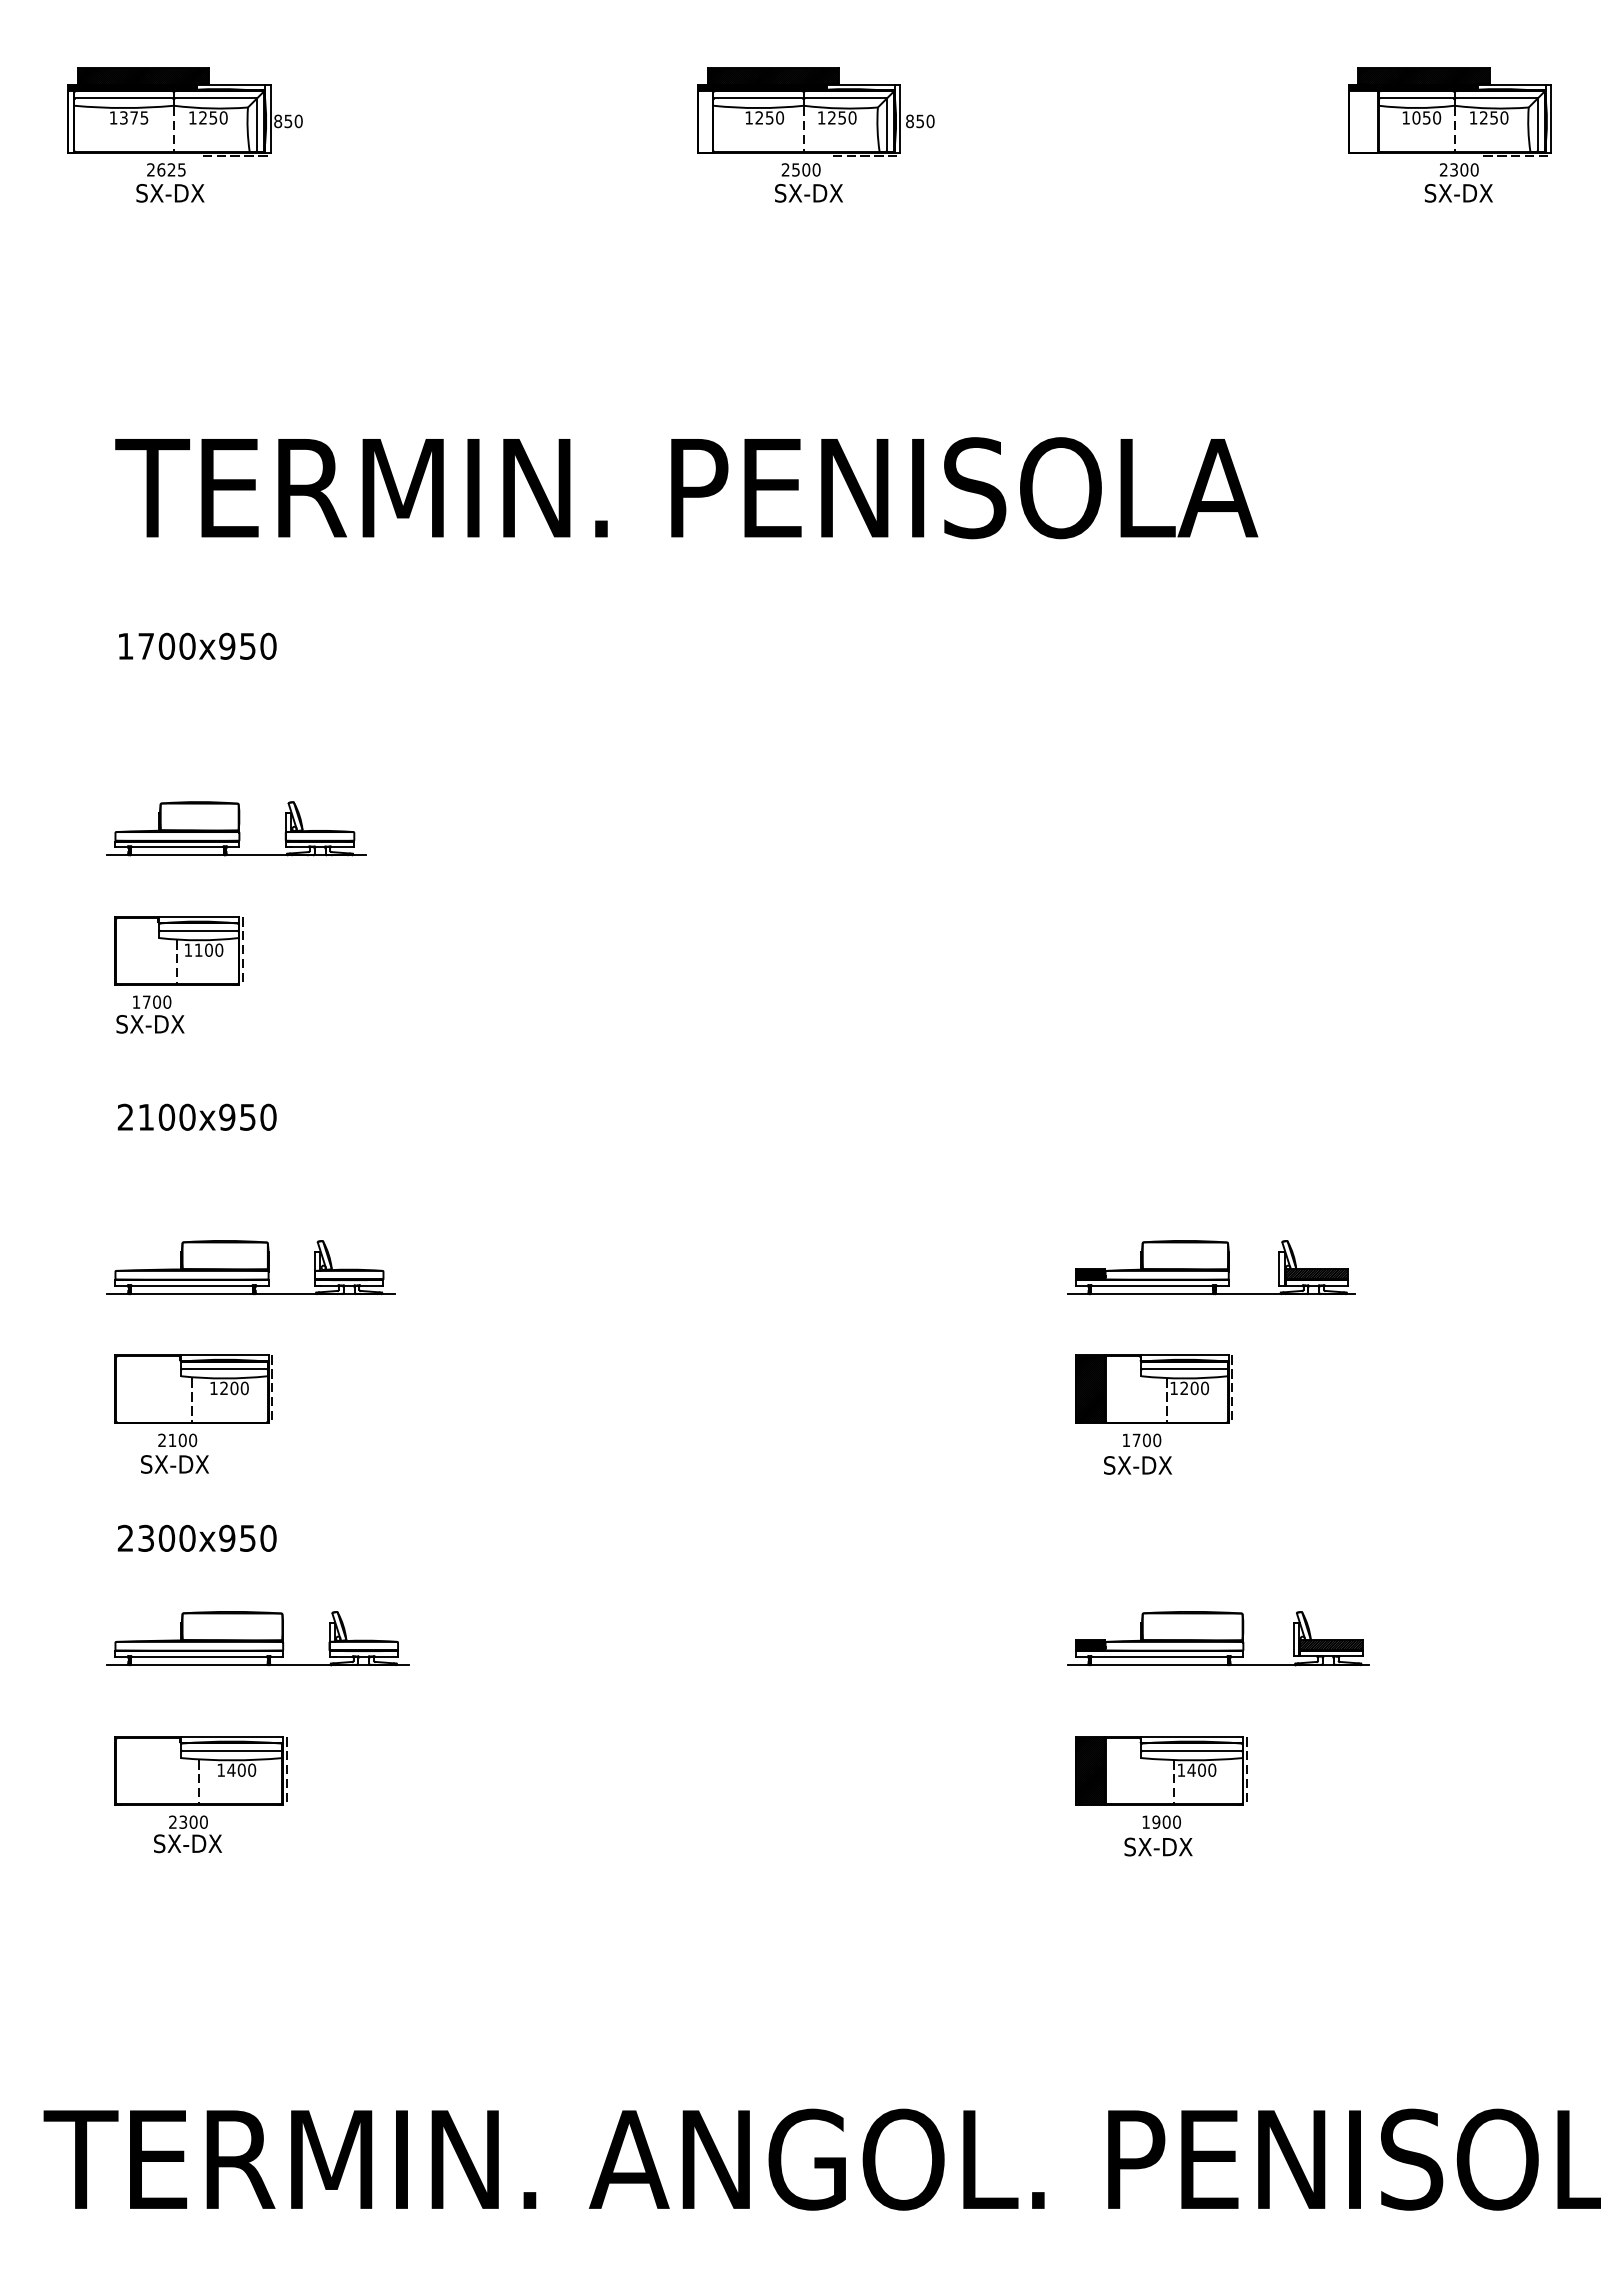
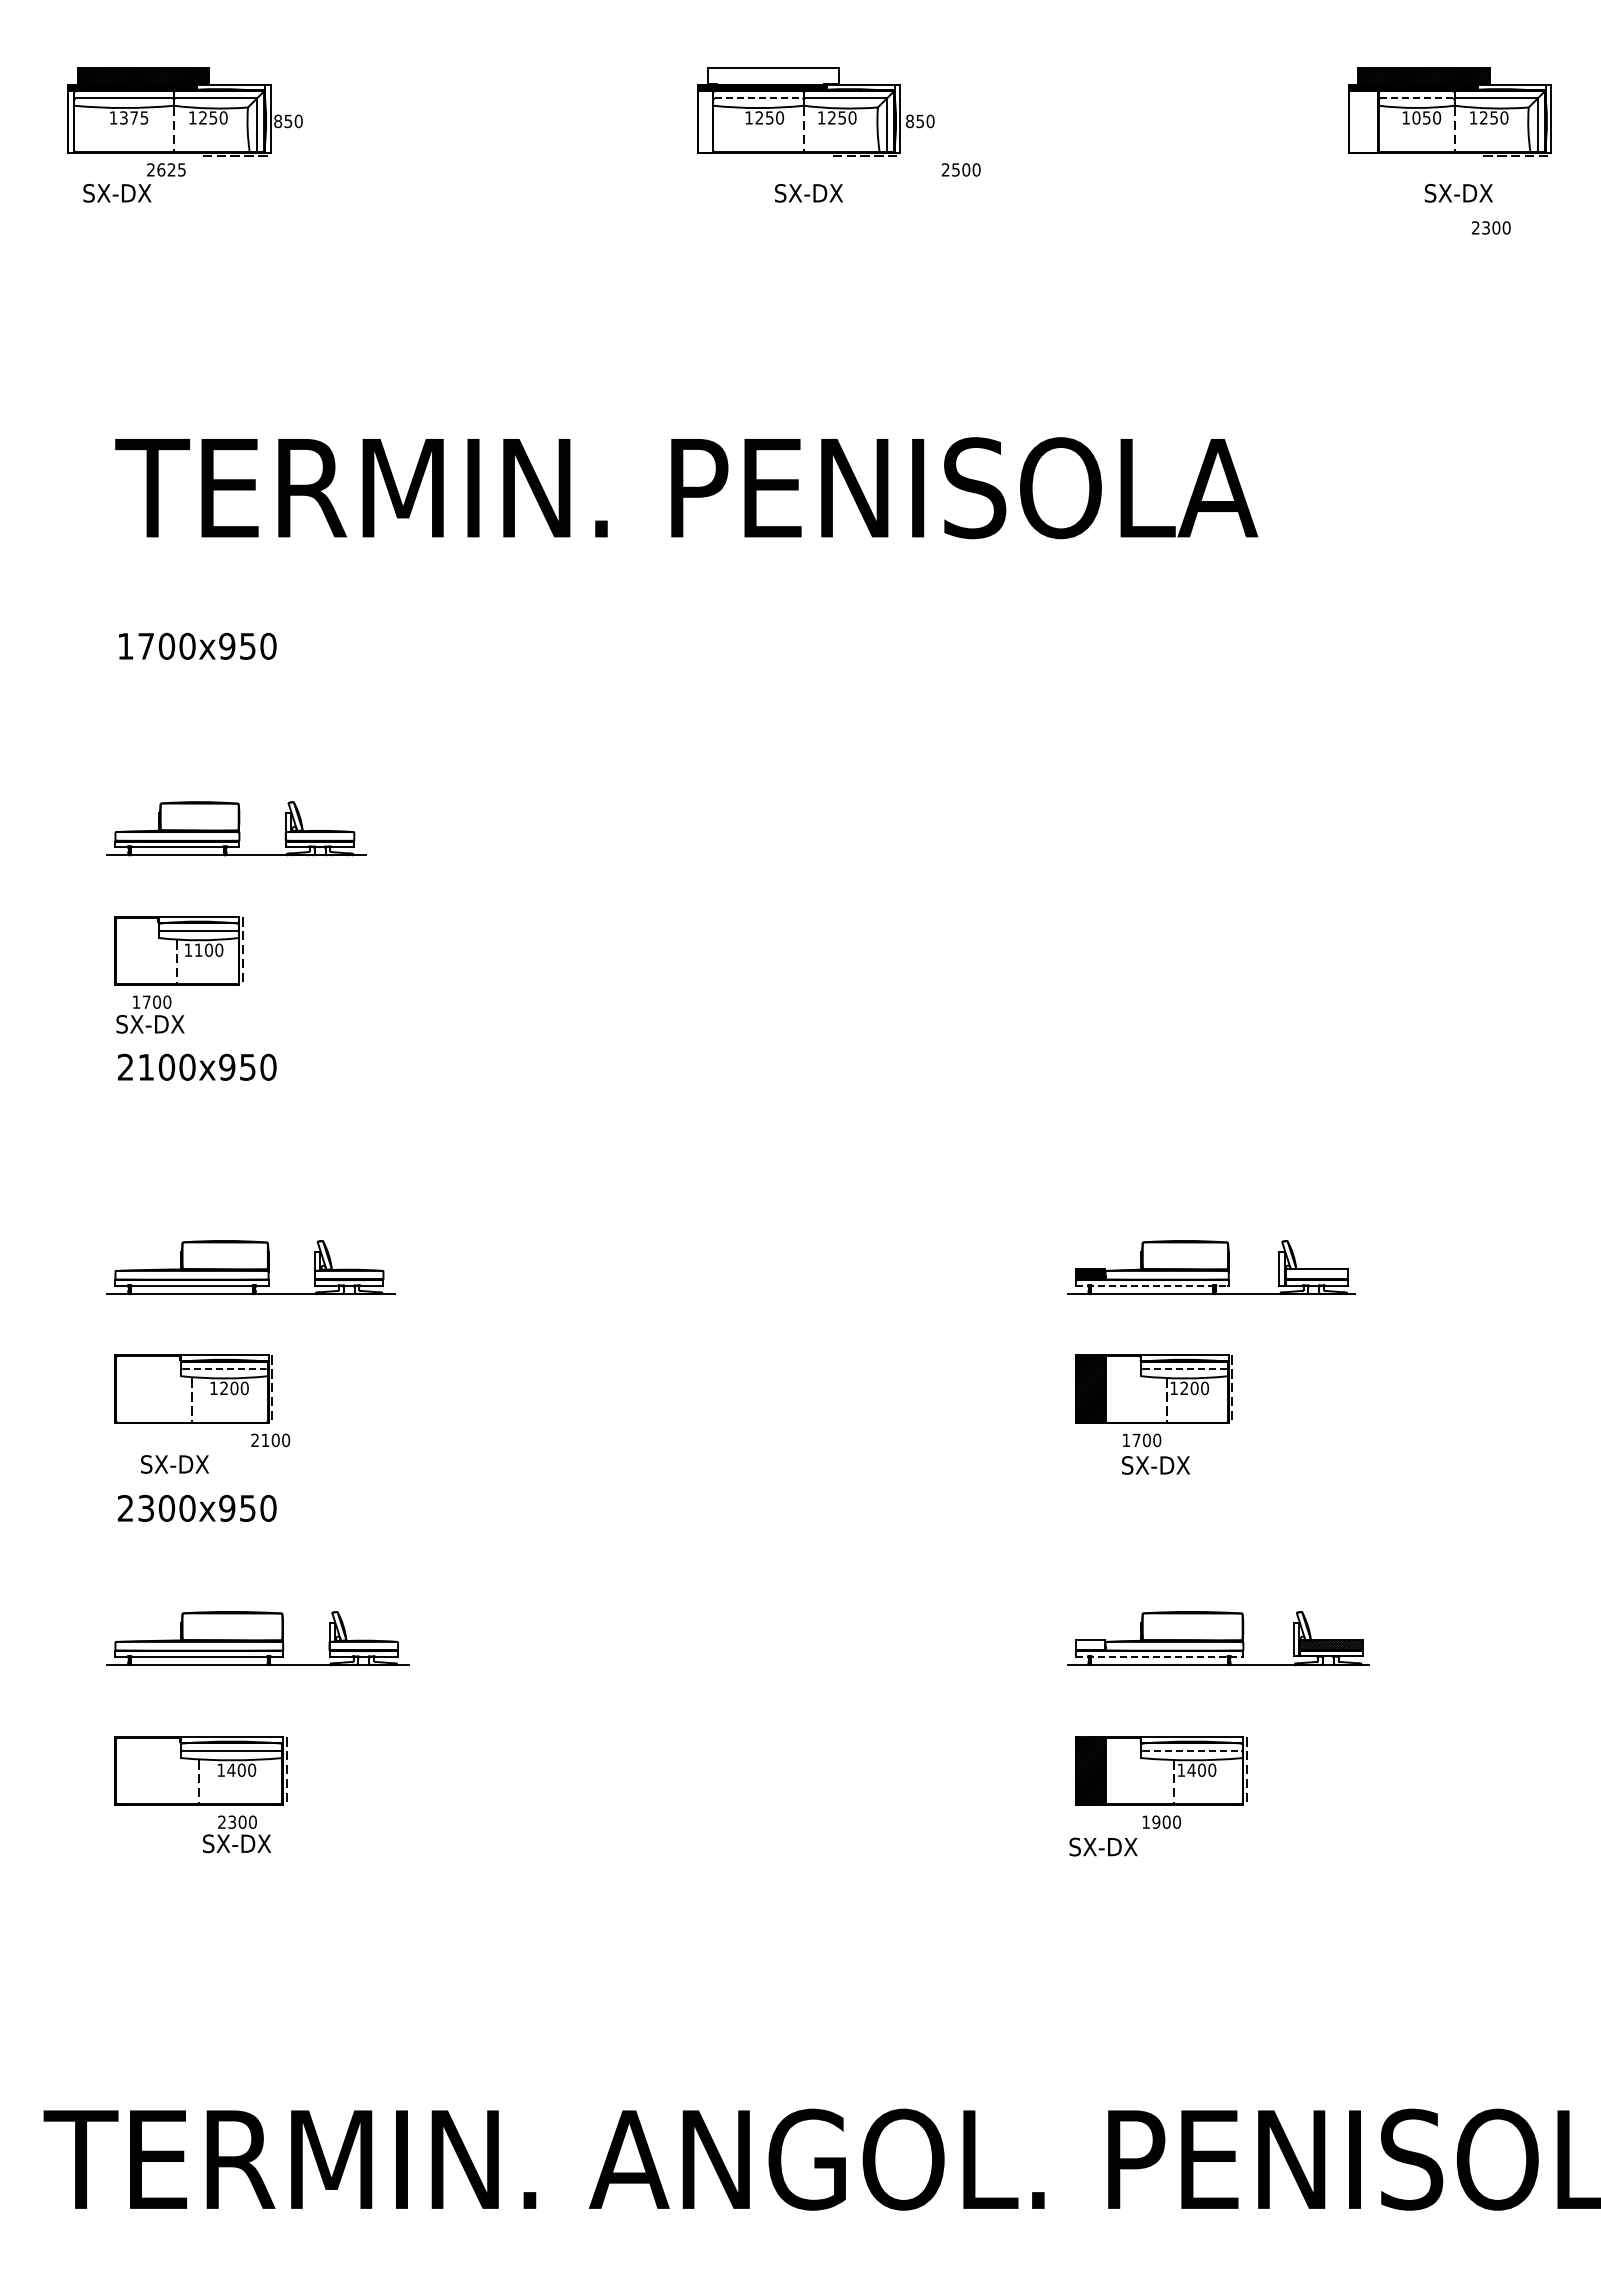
hatch at (772, 76): present -> none
line at (758, 98): solid -> dashed
line at (1417, 98): solid -> dashed
text at (800, 169) position: (800, 169) -> (960, 169)
text at (1458, 169) position: (1458, 169) -> (1490, 227)
text at (170, 193) position: (170, 193) -> (117, 193)
text at (196, 1116) position: (196, 1116) -> (196, 1066)
hatch at (1316, 1274): present -> none
line at (1152, 1285): solid -> dashed
line at (224, 1368): solid -> dashed
line at (1184, 1368): solid -> dashed
text at (177, 1440) position: (177, 1440) -> (270, 1440)
text at (1137, 1465) position: (1137, 1465) -> (1155, 1465)
text at (196, 1537) position: (196, 1537) -> (196, 1507)
hatch at (1089, 1645): present -> none
line at (1160, 1656): solid -> dashed
line at (1192, 1750): solid -> dashed
text at (187, 1834) position: (187, 1834) -> (236, 1834)
text at (1158, 1846) position: (1158, 1846) -> (1103, 1846)
